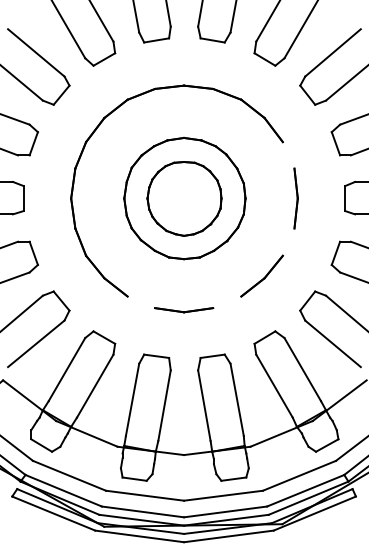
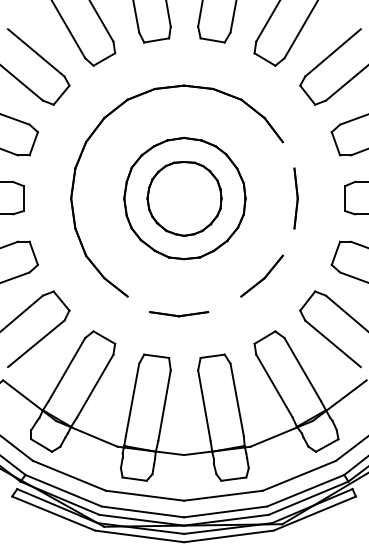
part at (184, 310) position: (184, 310) -> (179, 314)
